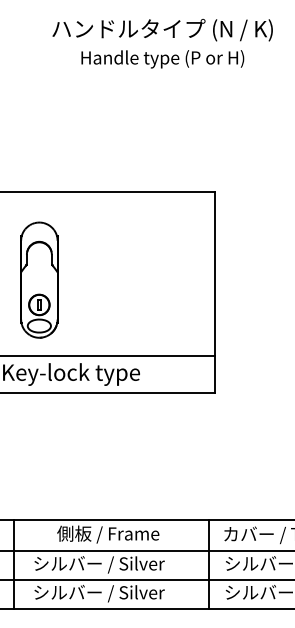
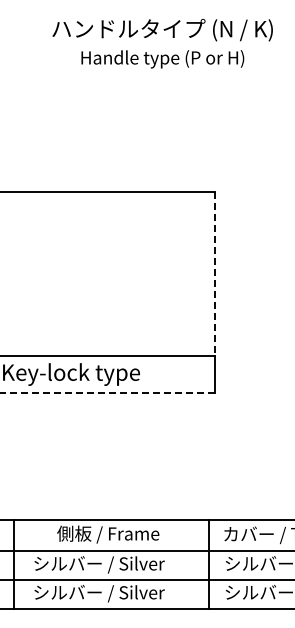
line at (215, 274): solid -> dashed
part at (39, 279): present -> none
line at (107, 393): solid -> dashed
